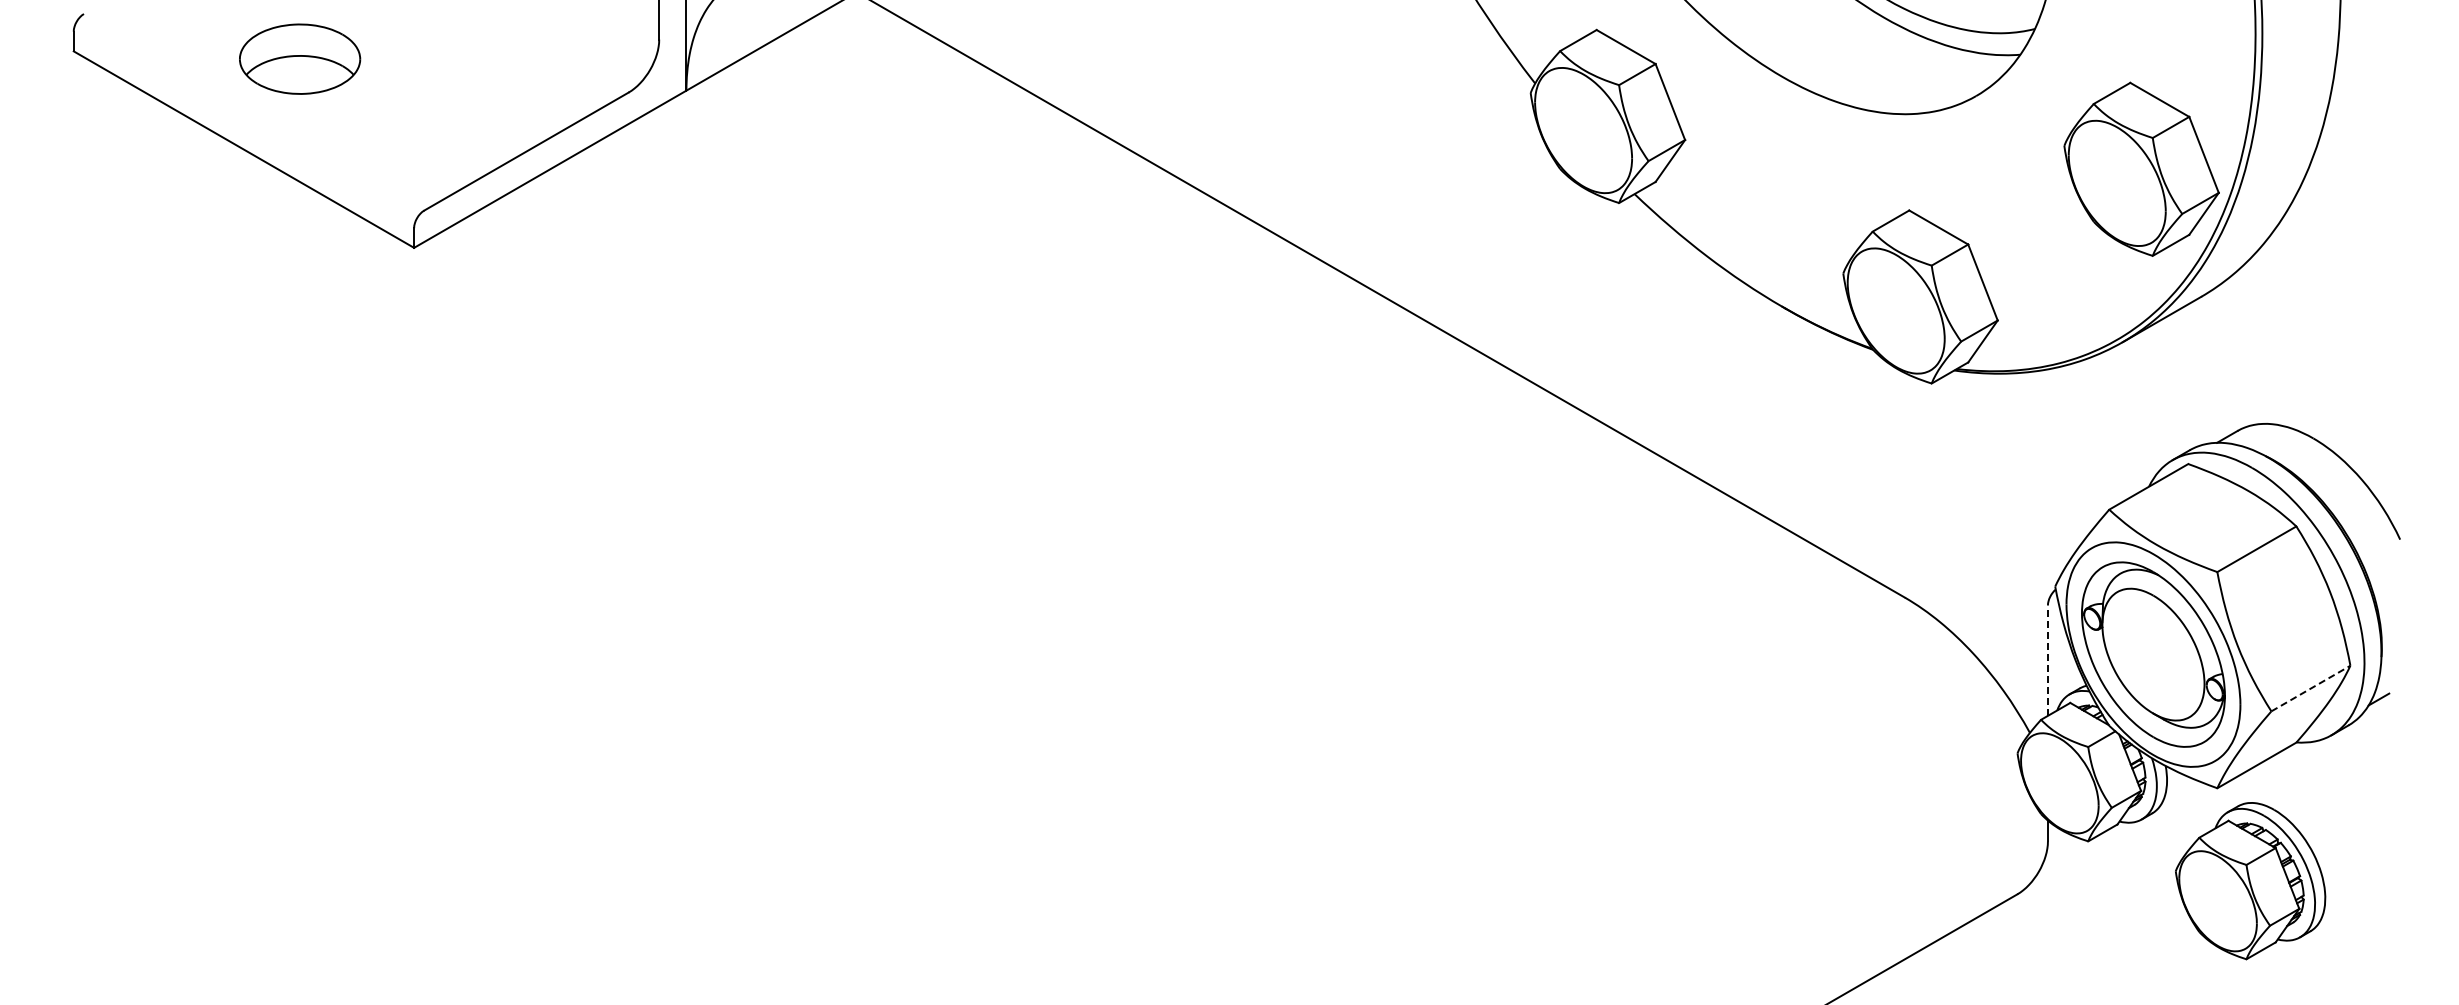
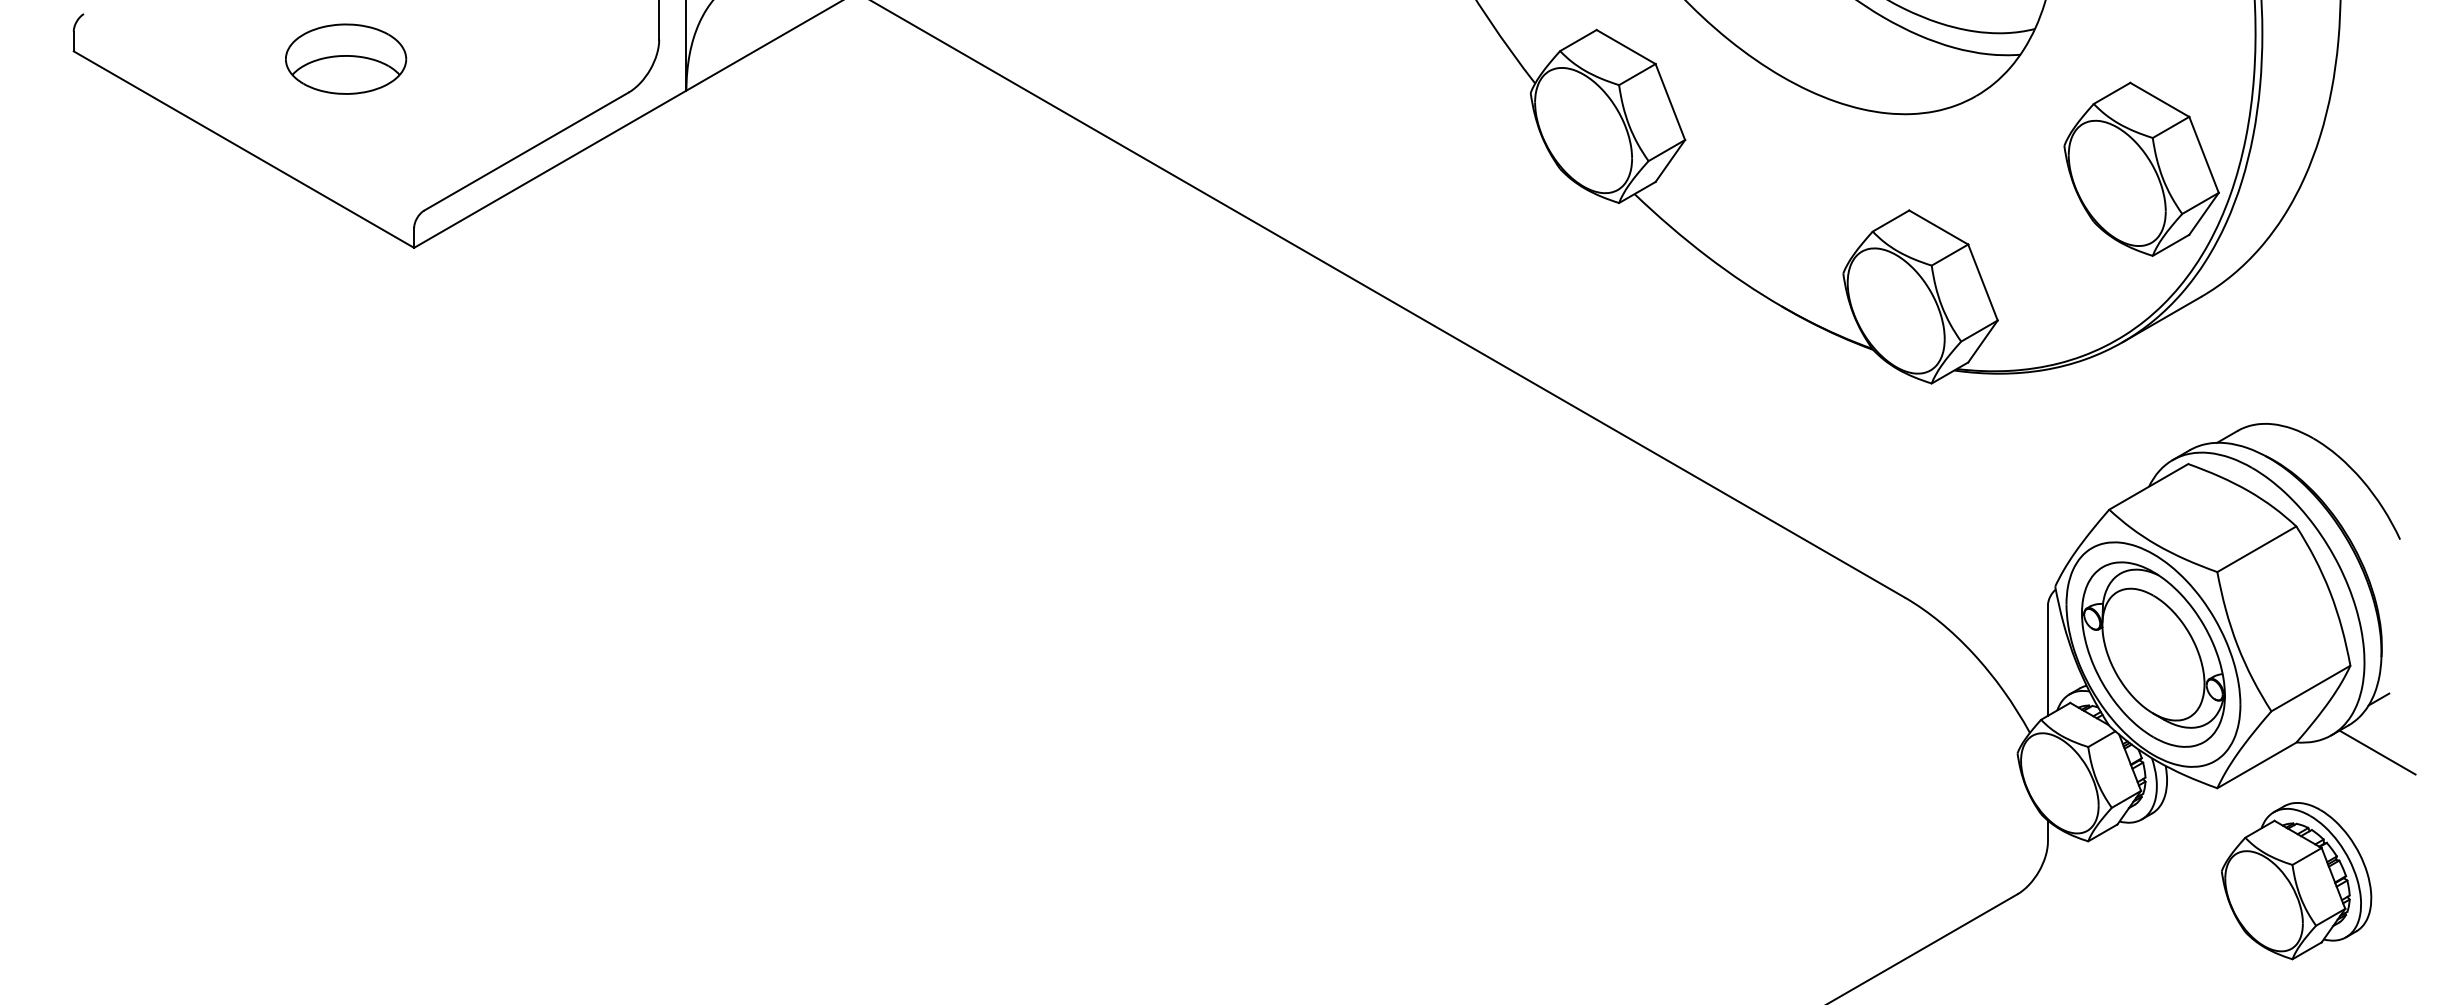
part at (300, 58) position: (300, 58) -> (346, 58)
line at (2047, 660): dashed -> solid
line at (2310, 688): dashed -> solid
line at (2377, 752): none -> present
part at (2250, 881) position: (2250, 881) -> (2296, 881)
